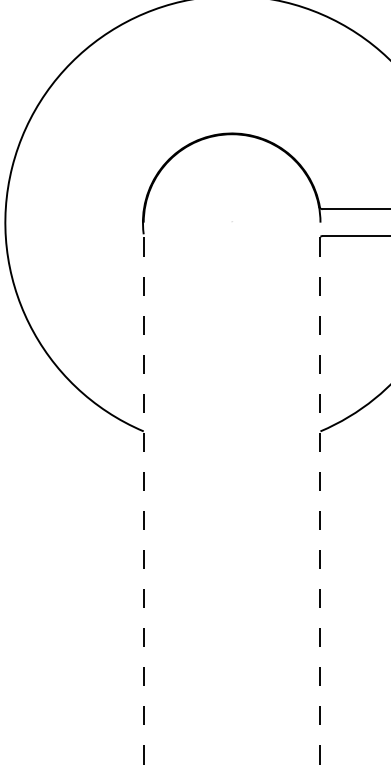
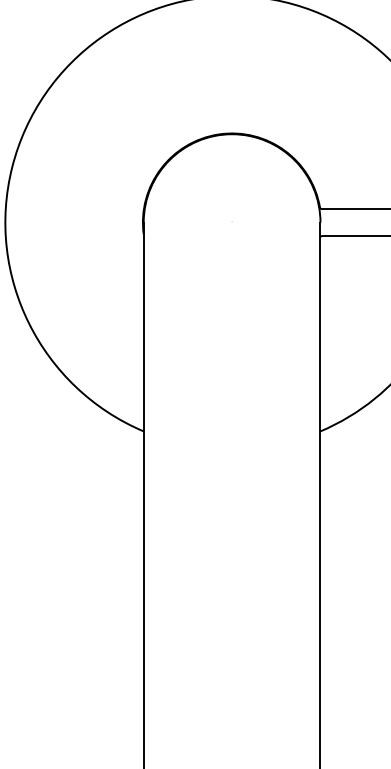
line at (143, 495): dashed -> solid
line at (320, 495): dashed -> solid
